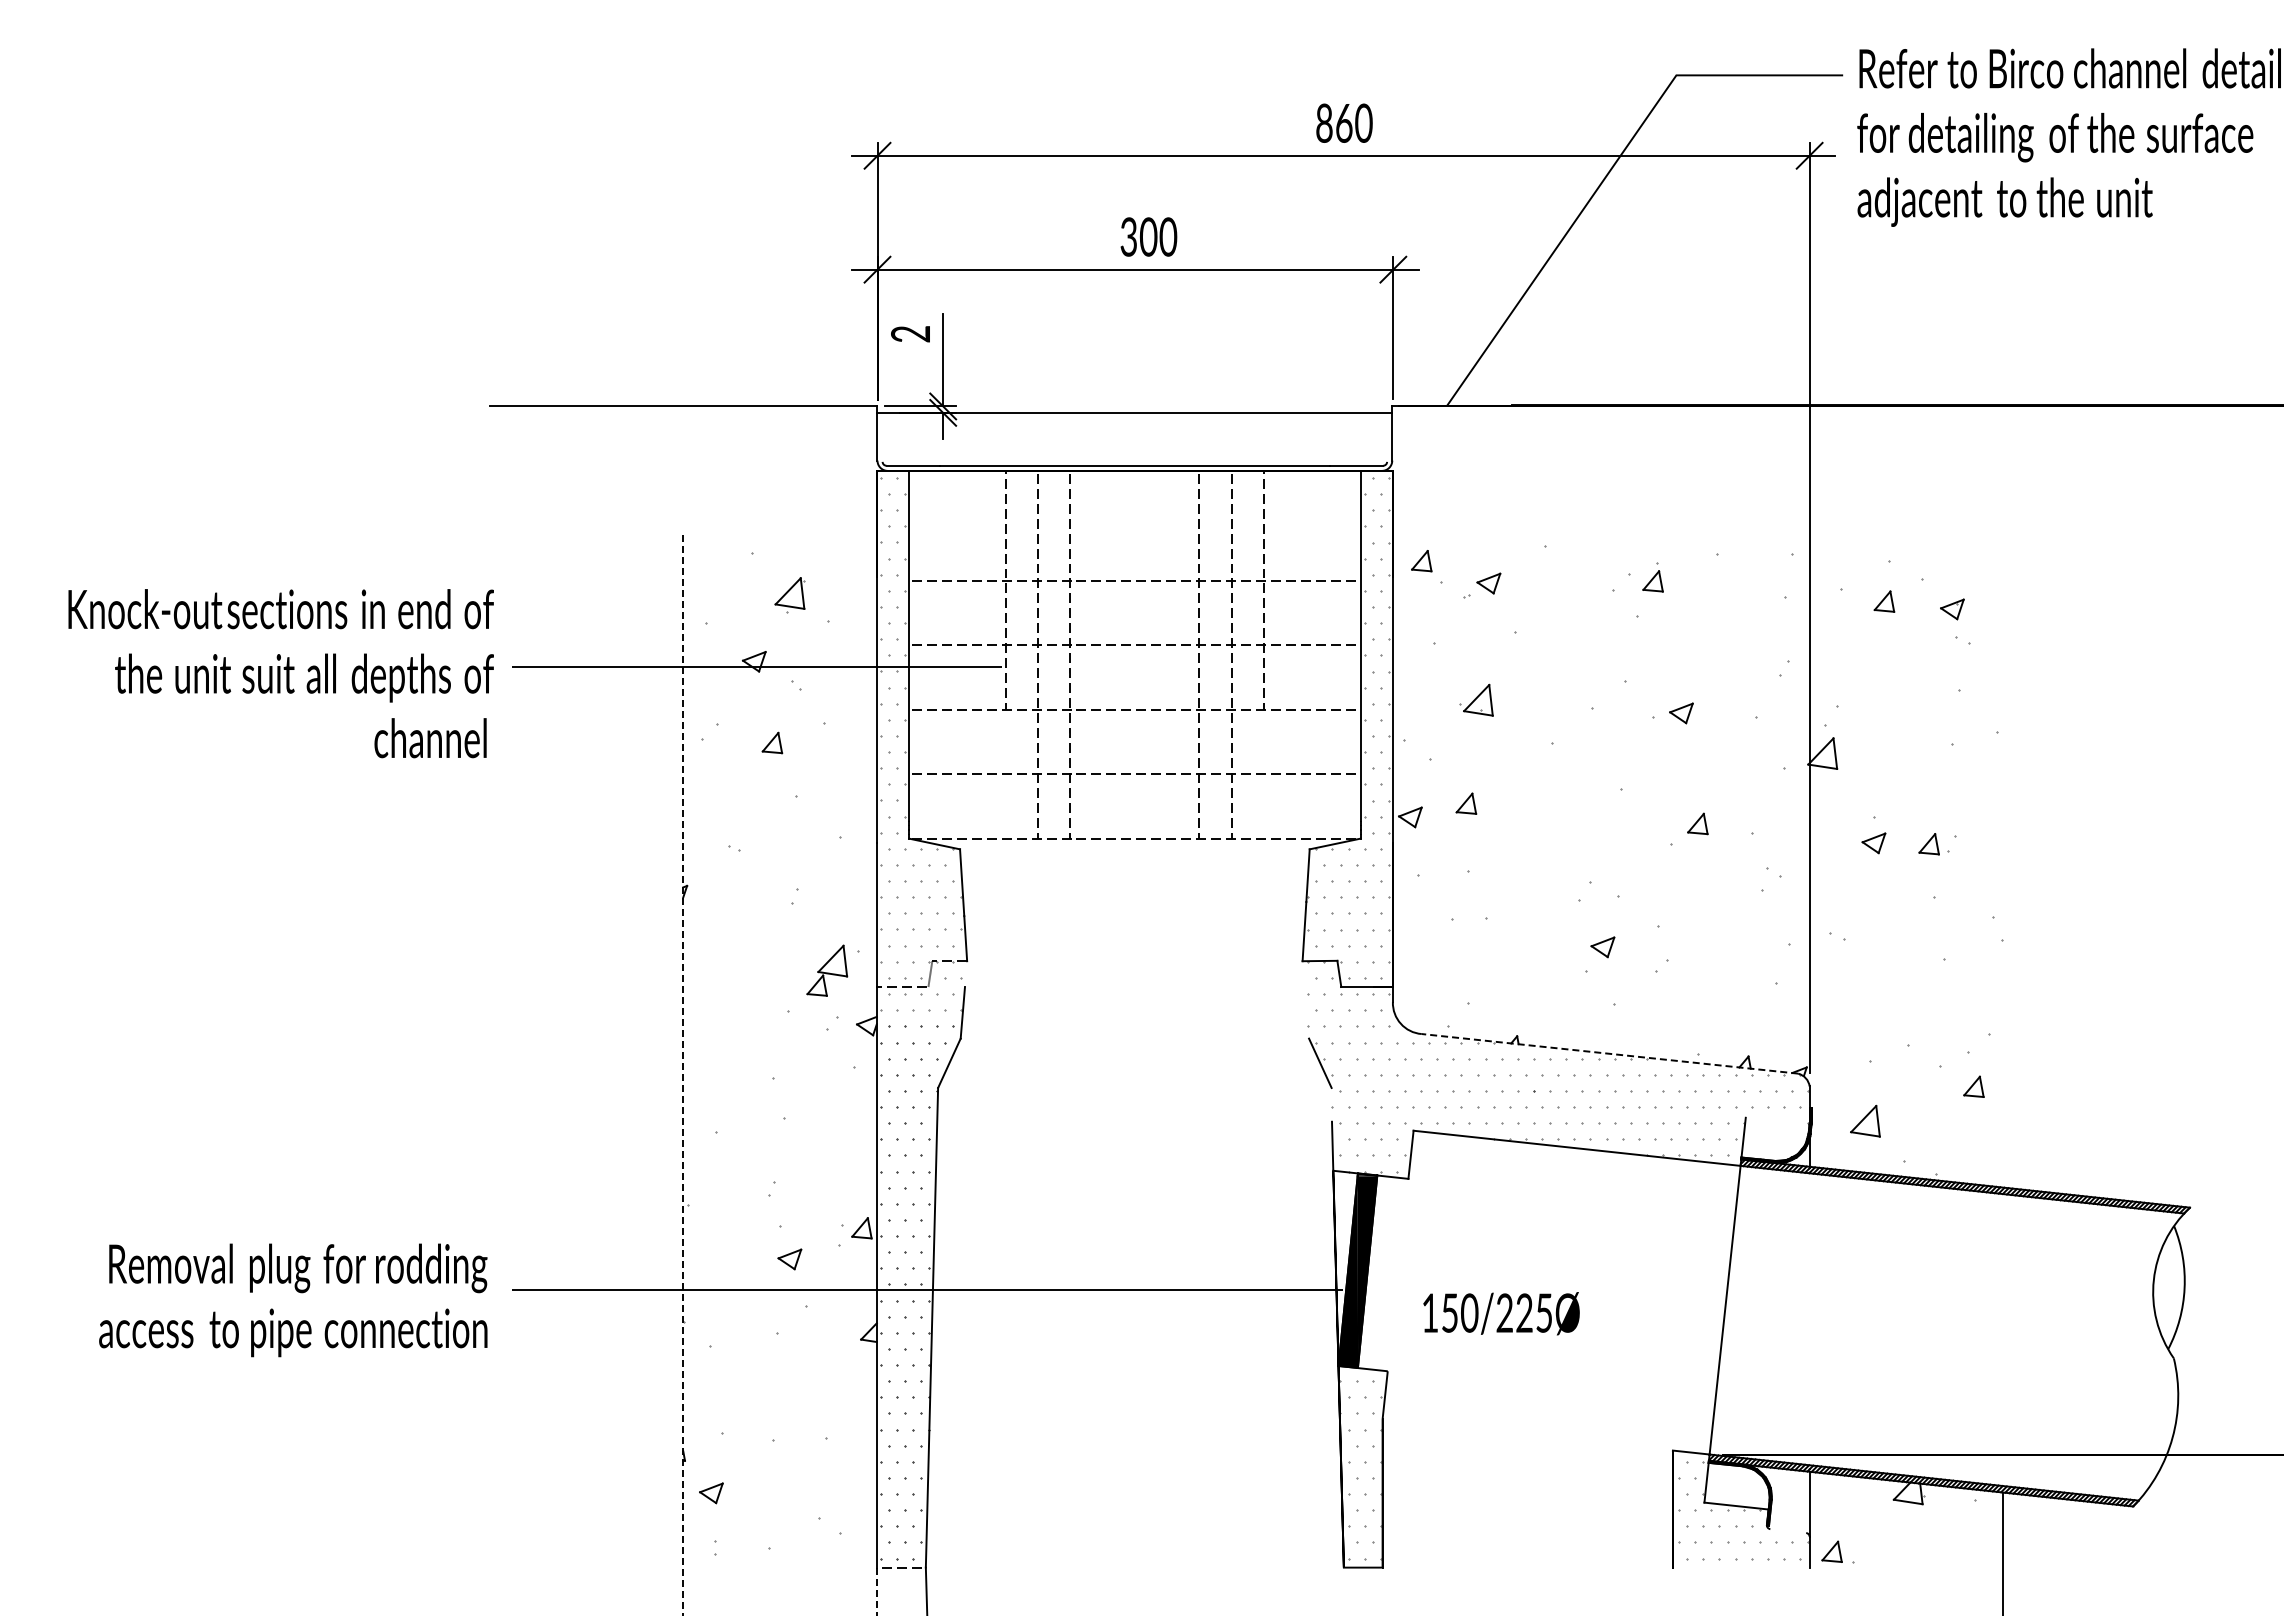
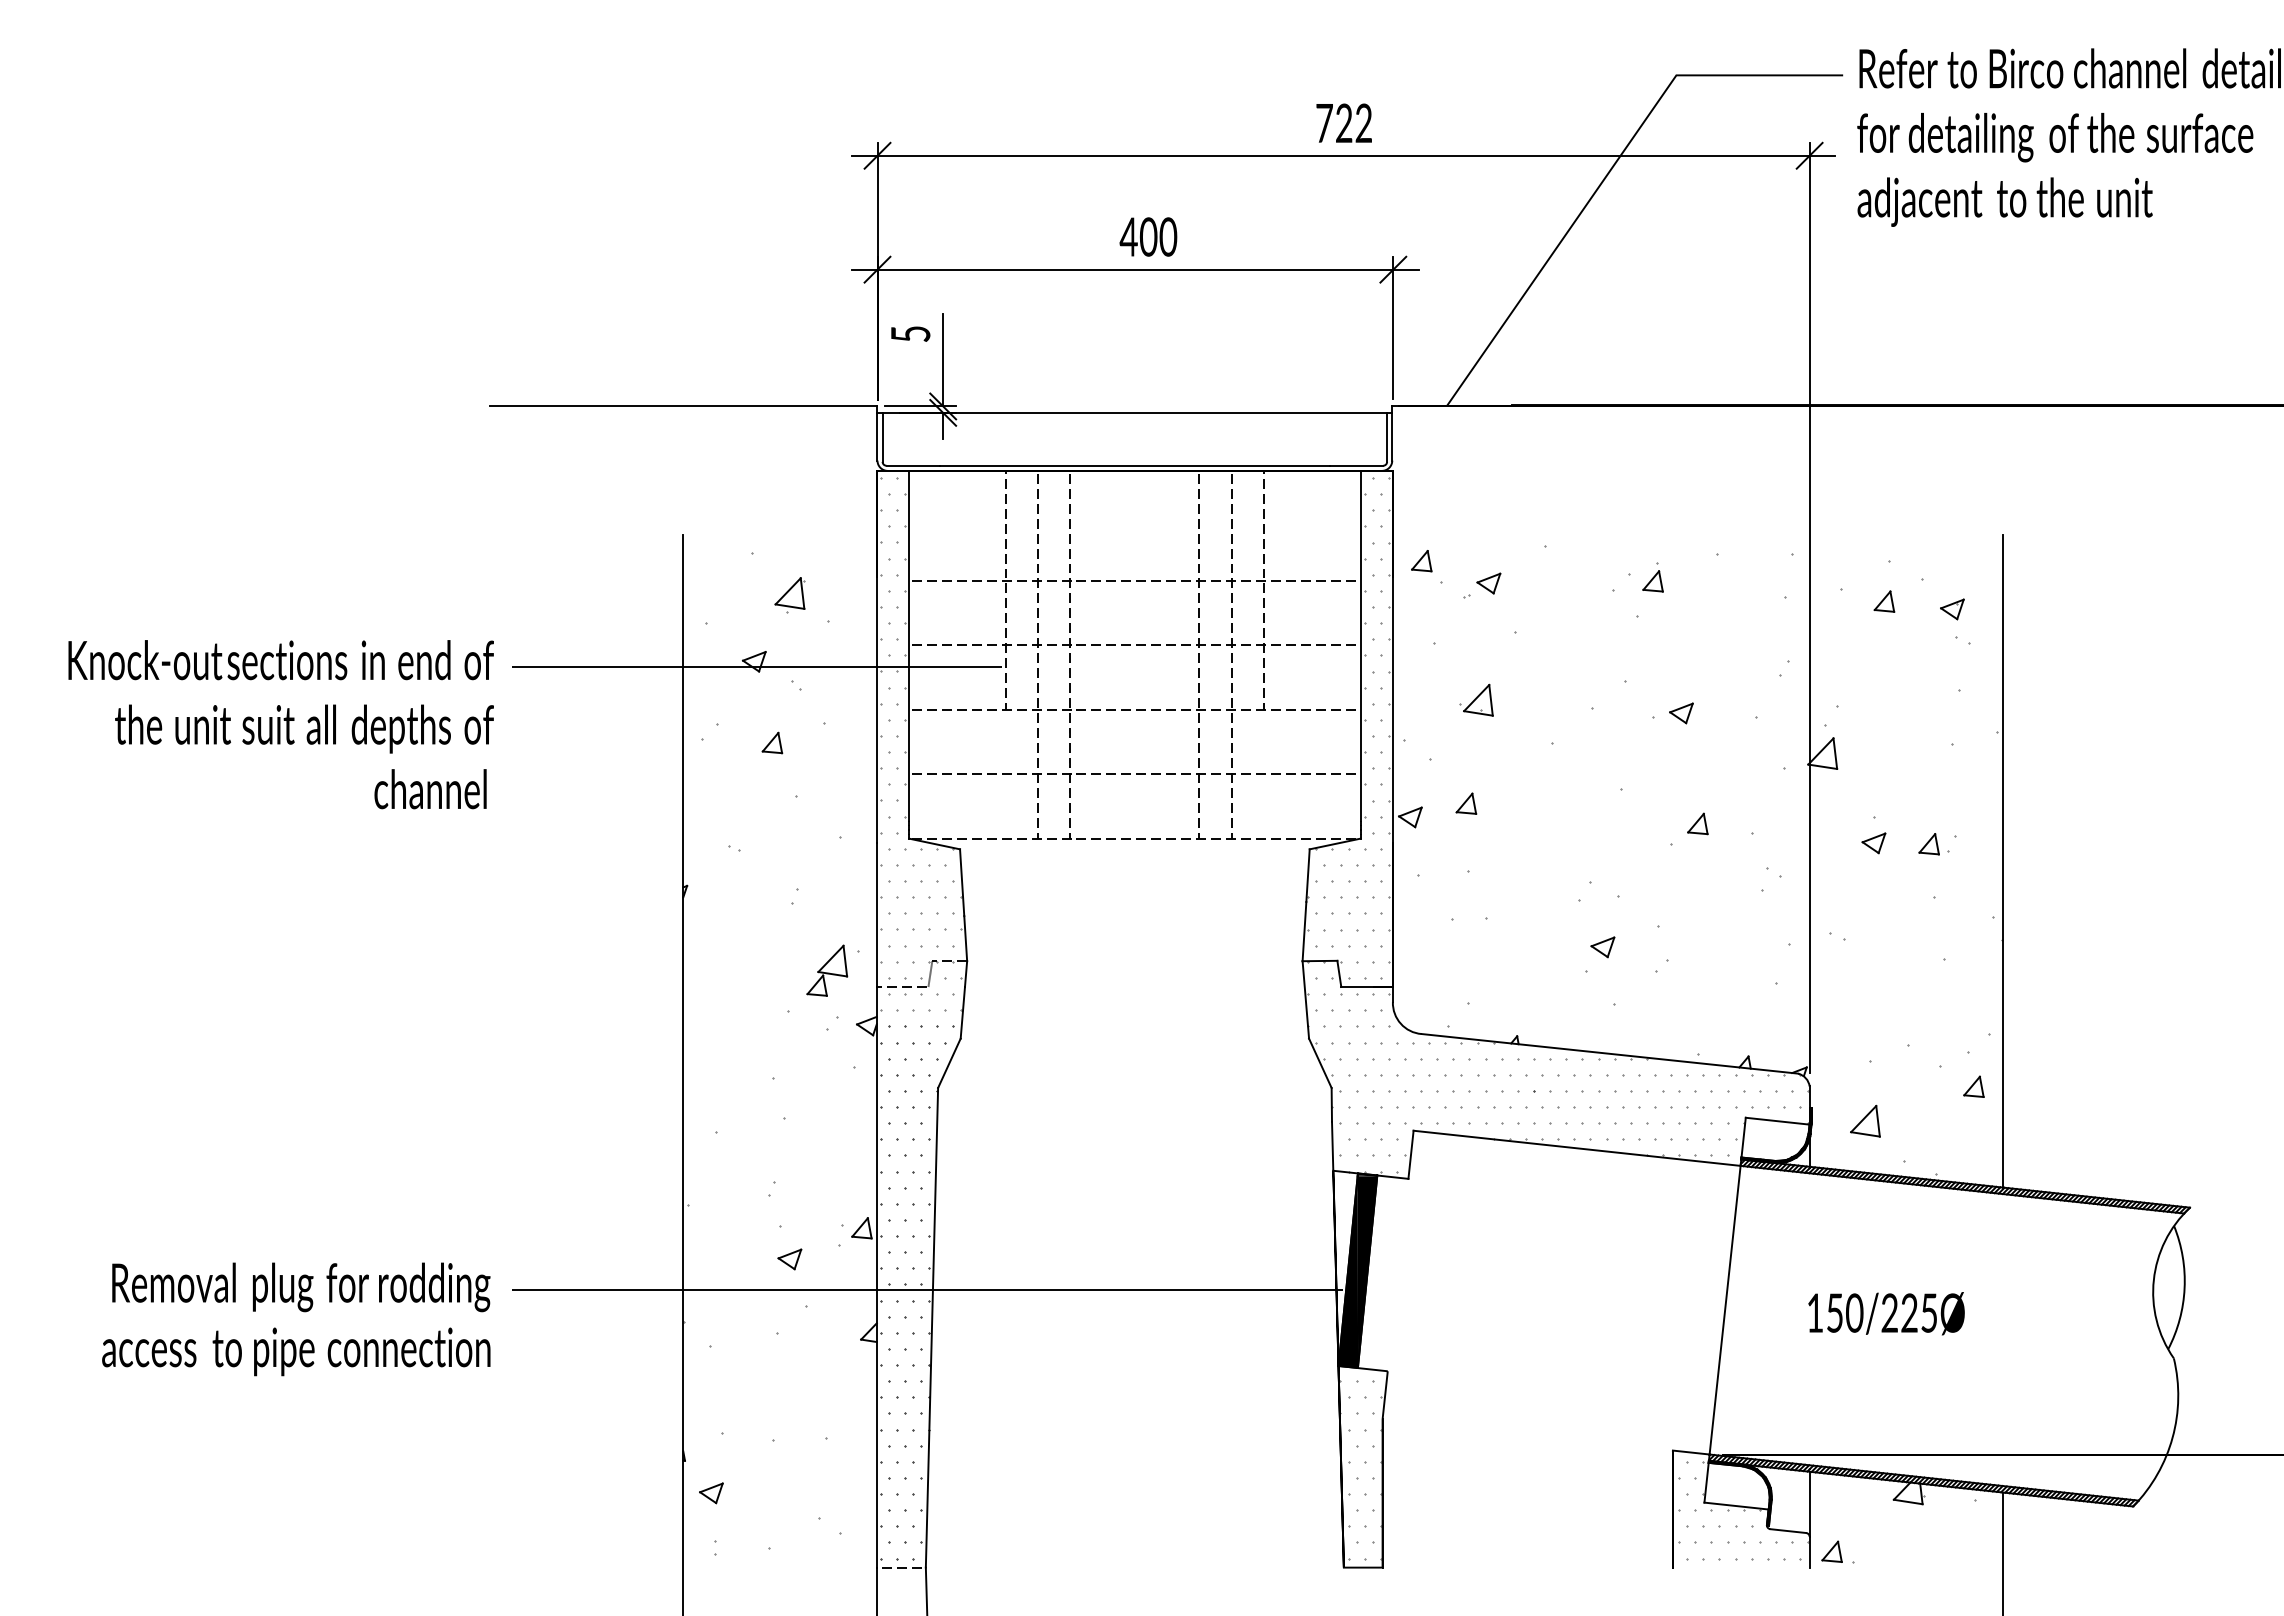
text at (1344, 122): 860 -> 722
text at (1128, 236): 300 -> 400
text at (910, 334): 2 -> 5
line at (882, 436): none -> present
line at (1387, 436): none -> present
text at (280, 673) position: (280, 673) -> (280, 724)
line at (2003, 861): none -> present
line at (965, 974): none -> present
line at (1305, 999): none -> present
line at (1609, 1053): dashed -> solid
line at (683, 1075): dashed -> solid
line at (1331, 1104): none -> present
line at (1777, 1120): none -> present
text at (293, 1300) position: (293, 1300) -> (296, 1319)
text at (1501, 1313) position: (1501, 1313) -> (1886, 1313)
line at (1788, 1531): none -> present
line at (876, 1591): dashed -> solid
